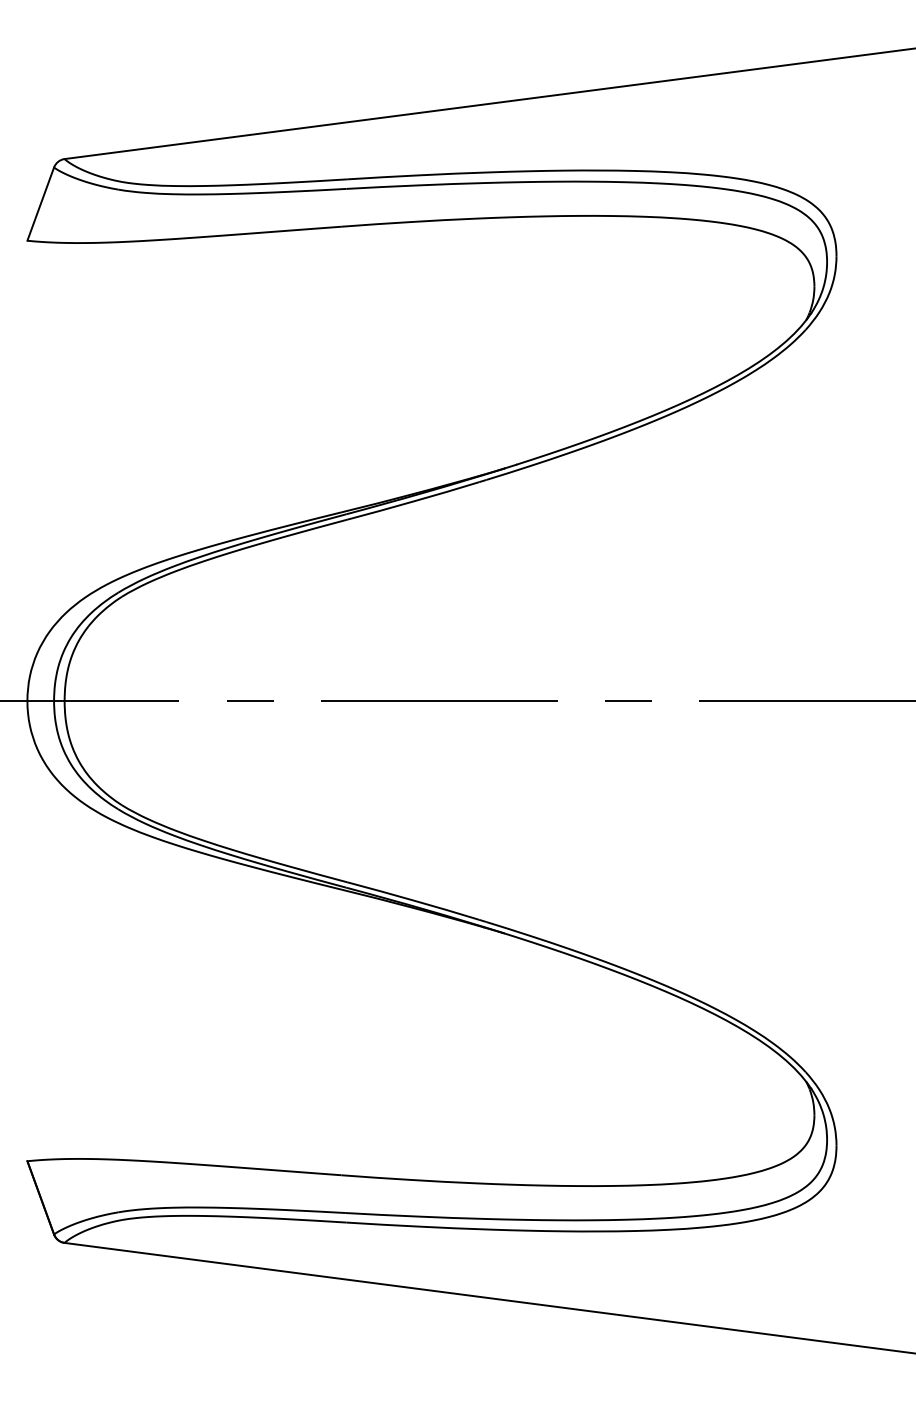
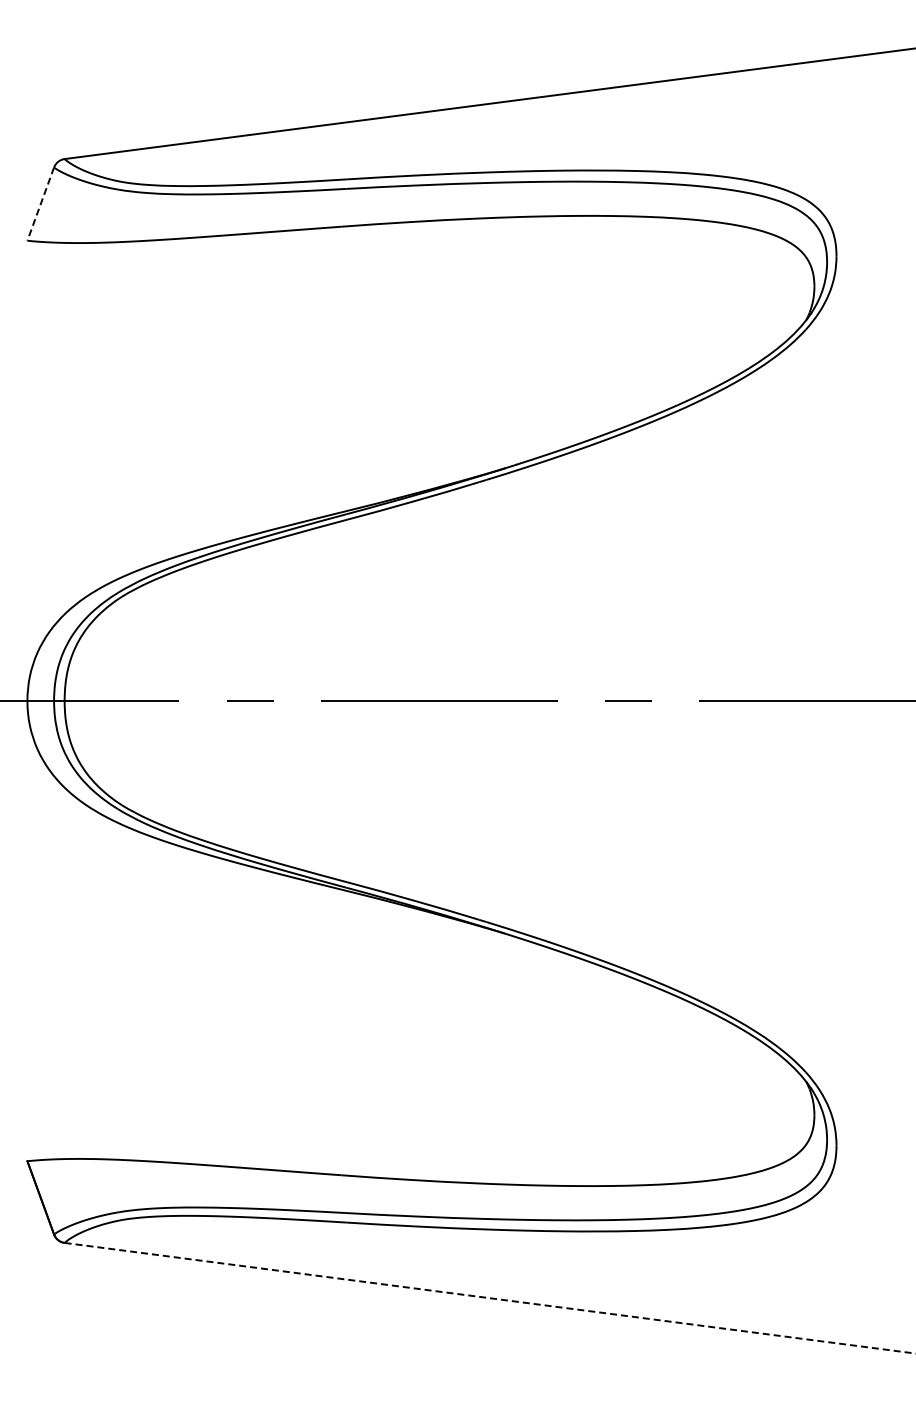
line at (40, 204): solid -> dashed
line at (489, 1298): solid -> dashed
